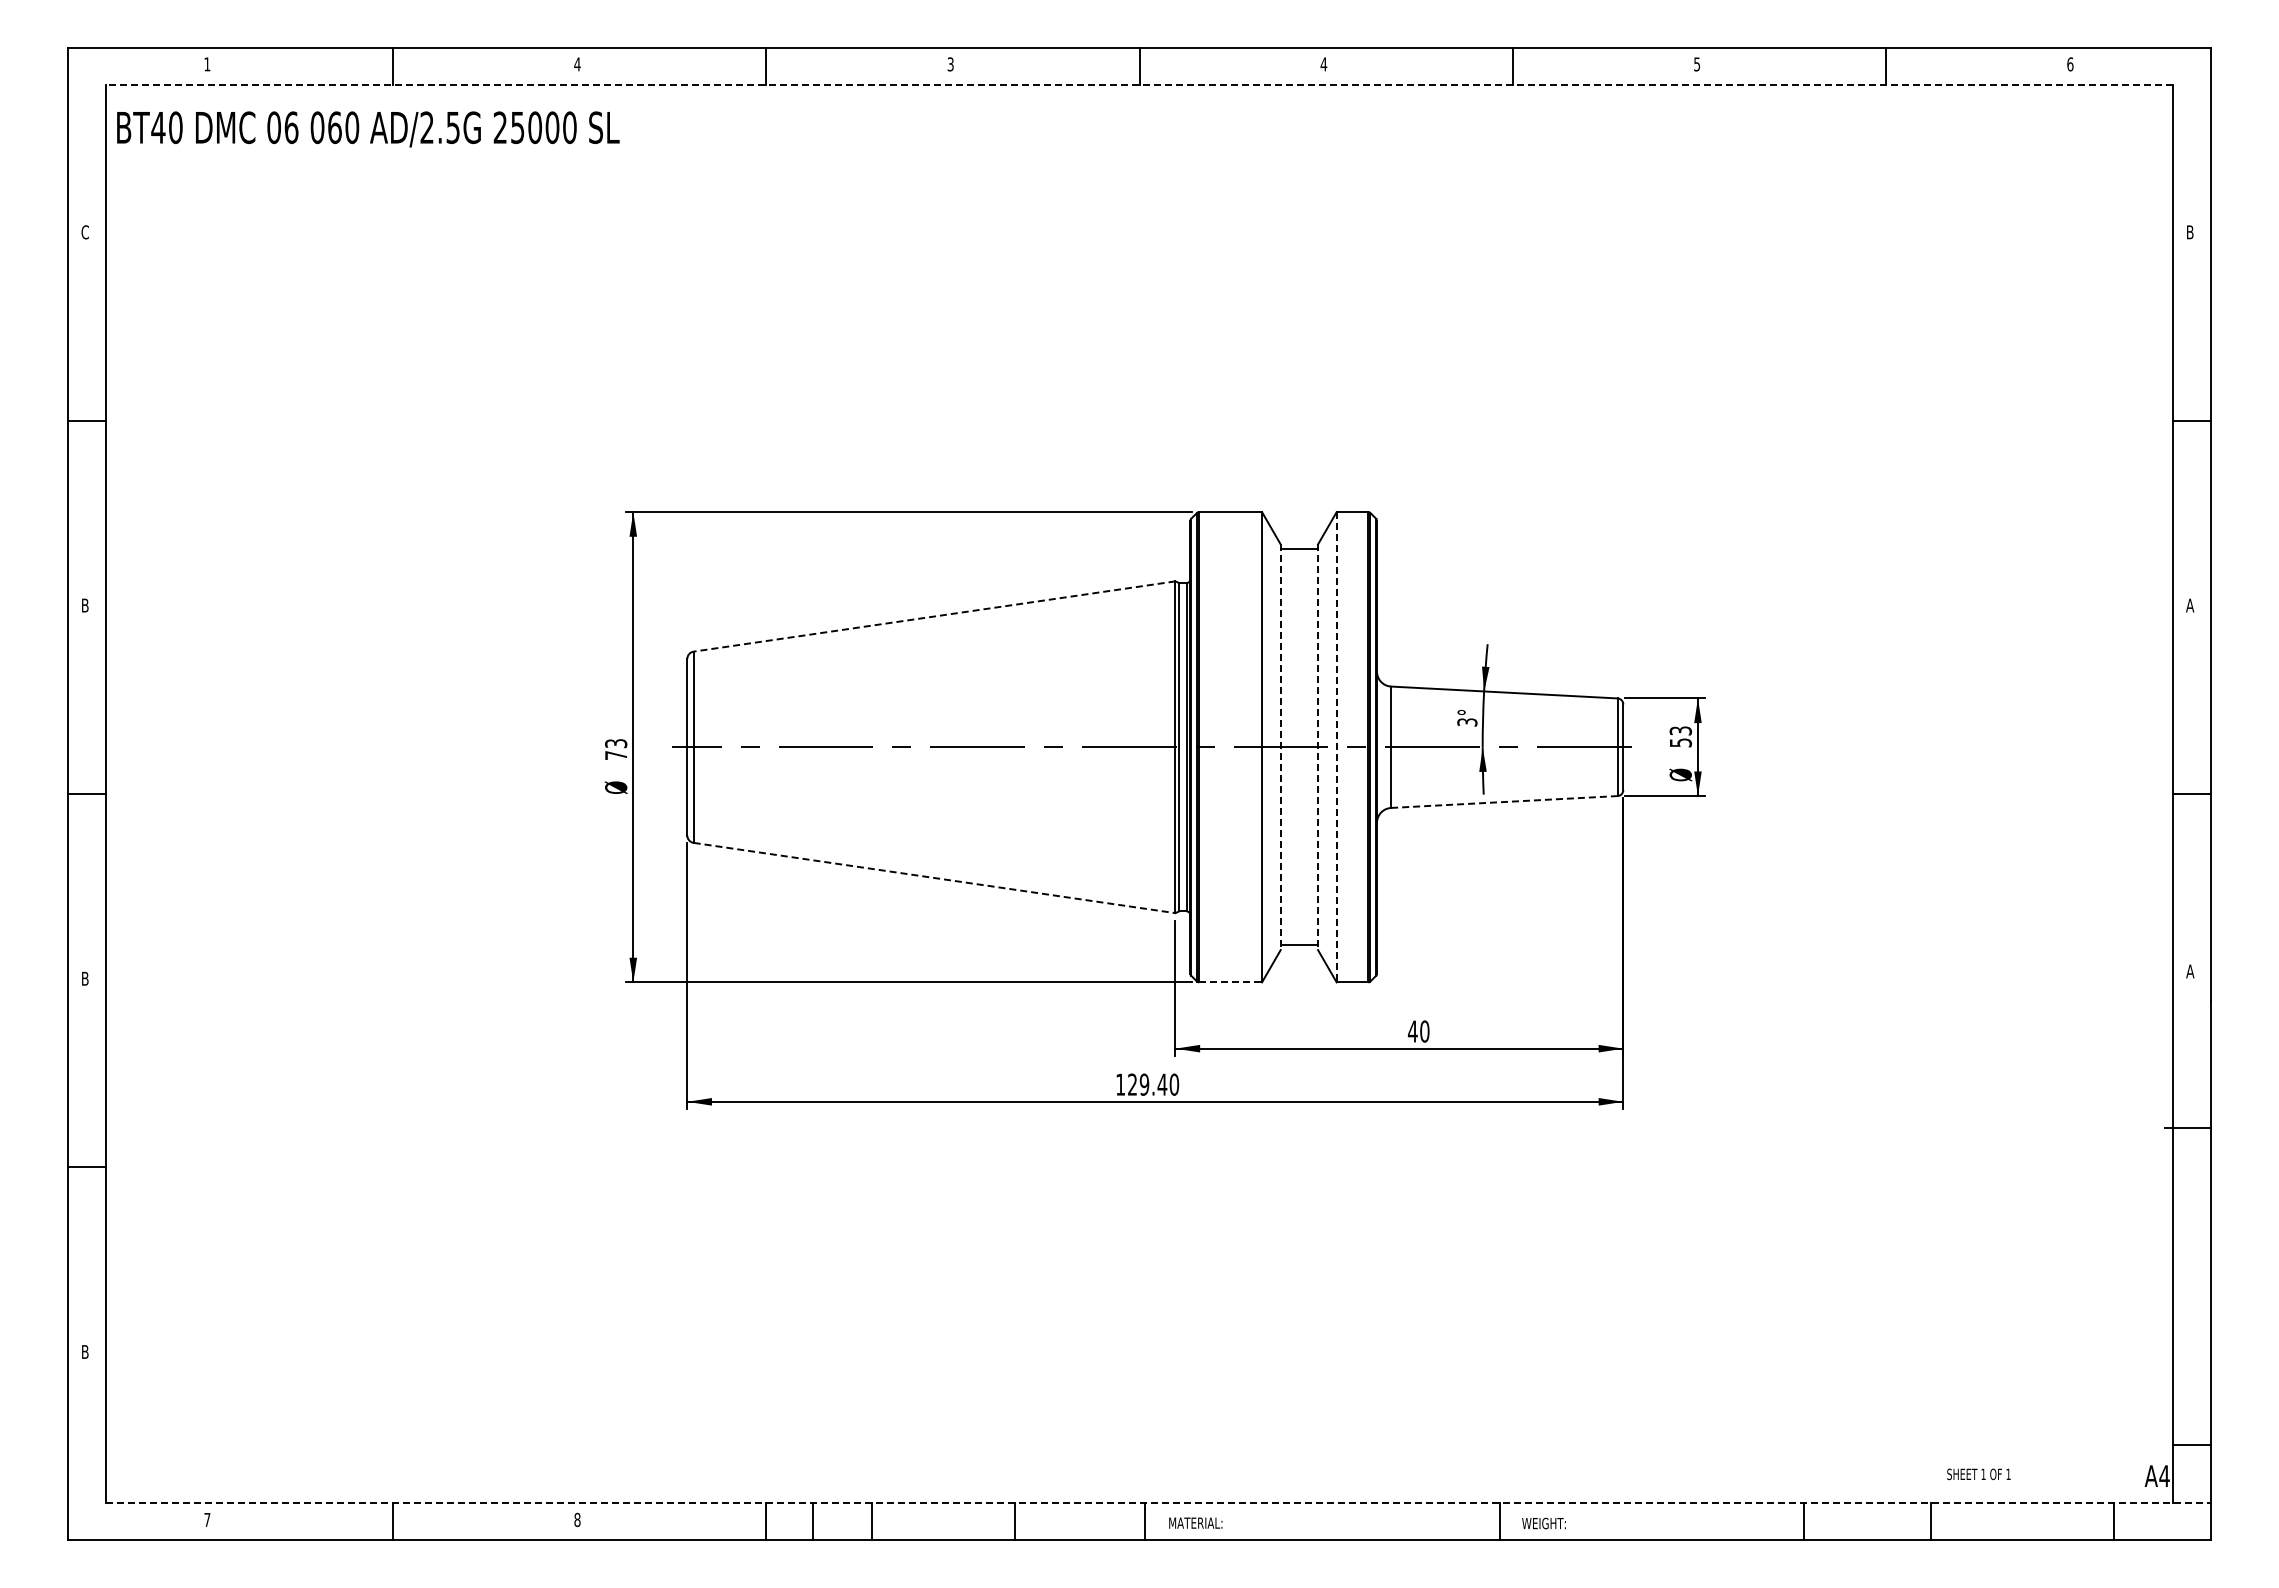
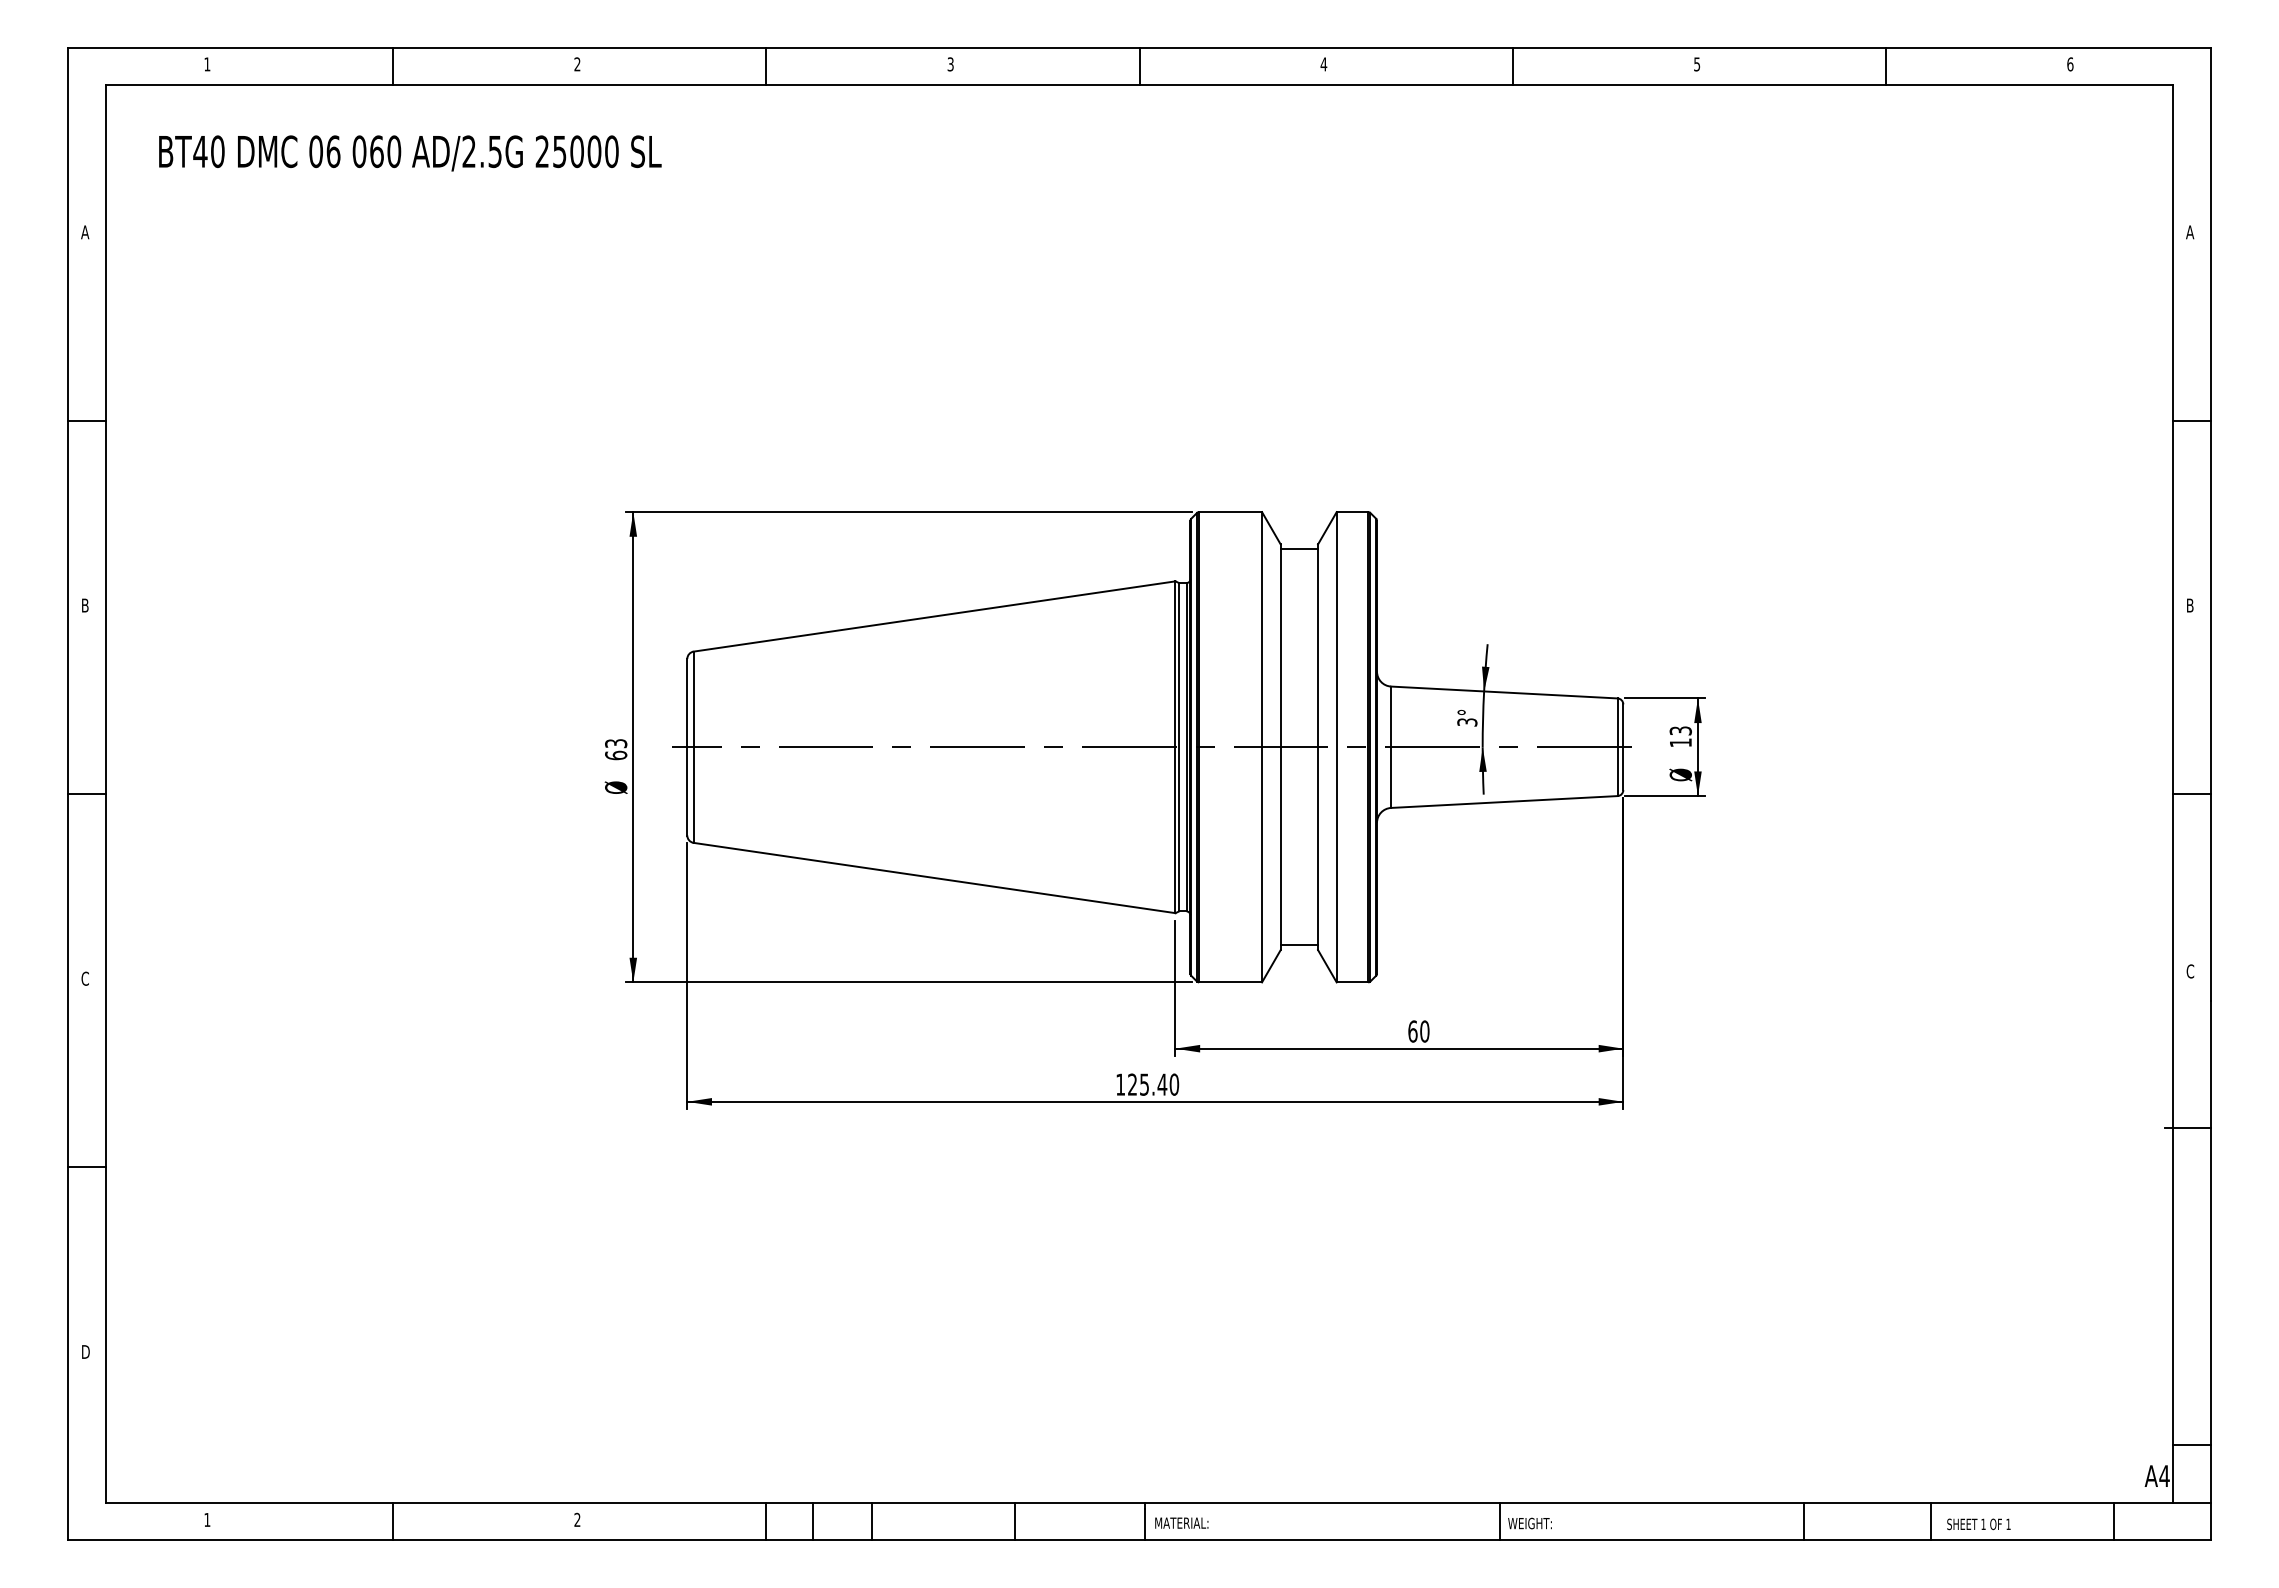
text at (577, 64): 4 -> 2
line at (1139, 84): dashed -> solid
text at (368, 129) position: (368, 129) -> (410, 153)
text at (85, 232): C -> A
text at (2190, 232): B -> A
text at (2190, 605): A -> B
line at (934, 616): dashed -> solid
text at (1680, 742): 53 -> 13
line at (1280, 747): dashed -> solid
line at (1318, 747): dashed -> solid
line at (1336, 747): dashed -> solid
text at (616, 755): 73 -> 63
line at (1504, 801): dashed -> solid
line at (935, 878): dashed -> solid
text at (2190, 971): A -> C
text at (84, 978): B -> C
line at (1231, 982): dashed -> solid
text at (1412, 1031): 40 -> 60
text at (1144, 1084): 129.40 -> 125.40
text at (86, 1352): B -> D
text at (1978, 1474) position: (1978, 1474) -> (1978, 1524)
line at (1158, 1503): dashed -> solid
text at (207, 1519): 7 -> 1
text at (577, 1520): 8 -> 2
text at (1195, 1522) position: (1195, 1522) -> (1181, 1522)
text at (1543, 1523) position: (1543, 1523) -> (1529, 1523)
